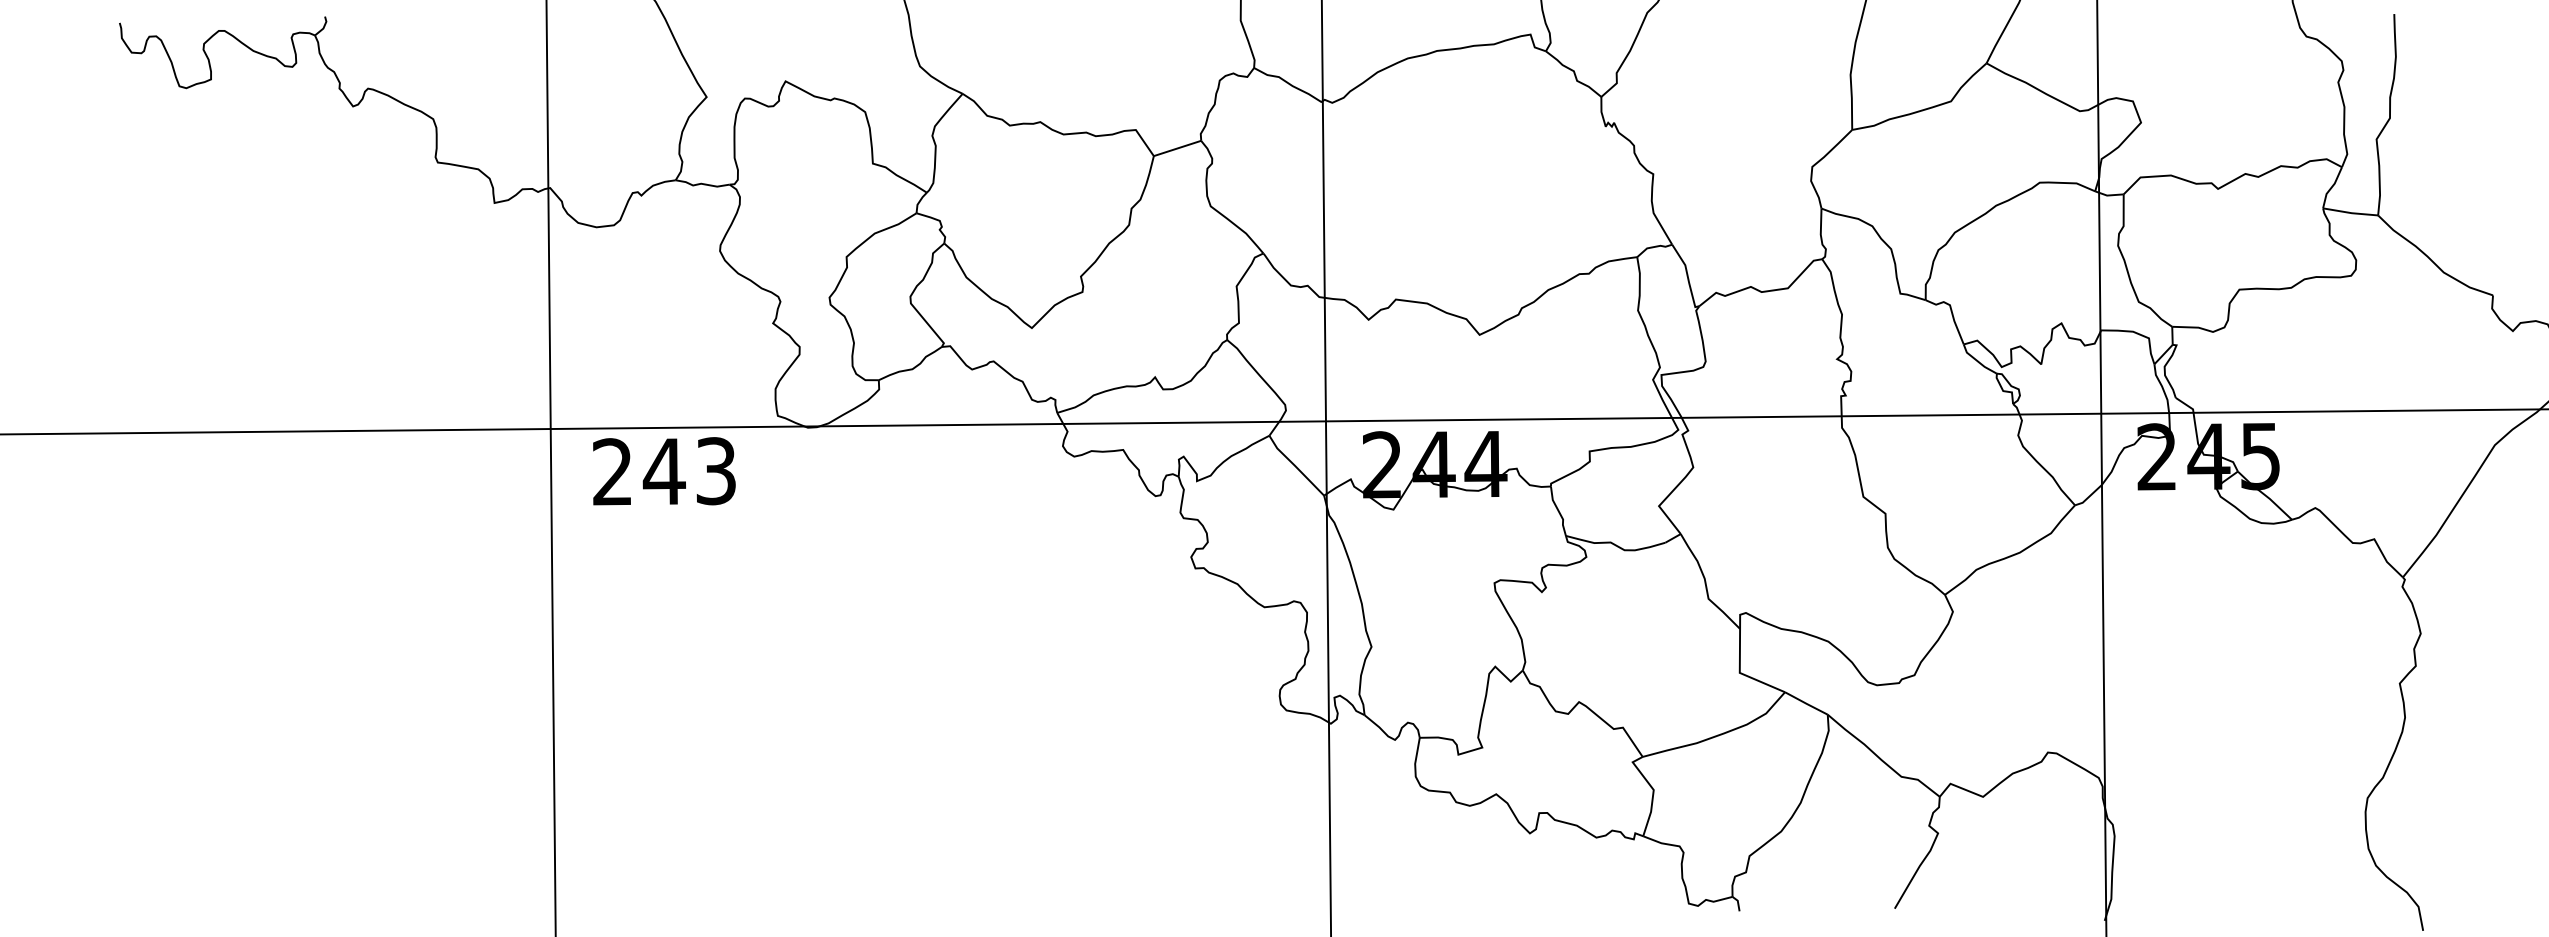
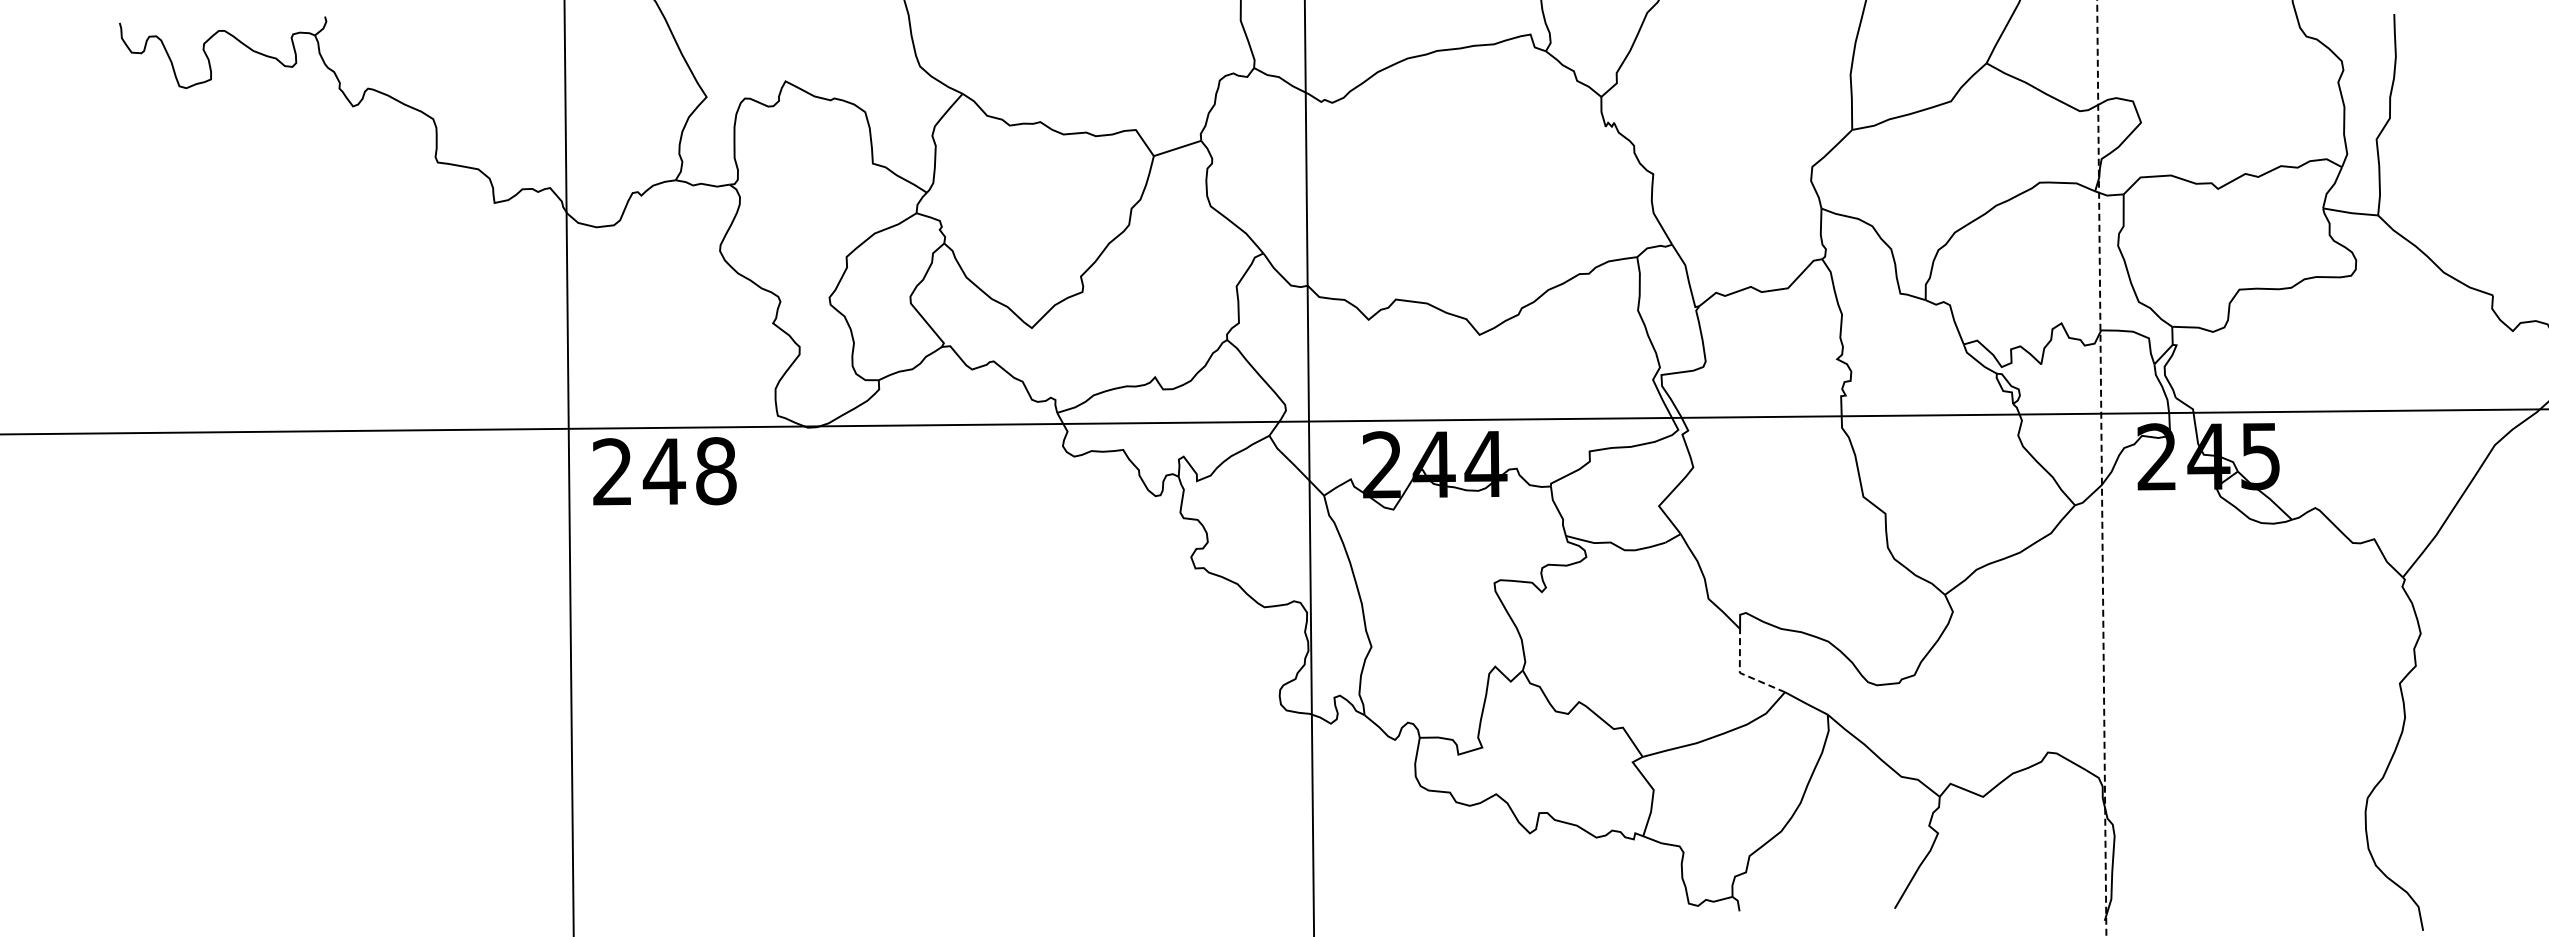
line at (550, 467) position: (550, 467) -> (568, 467)
line at (1326, 467) position: (1326, 467) -> (1309, 467)
line at (2101, 468): solid -> dashed
text at (716, 471): 243 -> 248
line at (1741, 673): solid -> dashed
